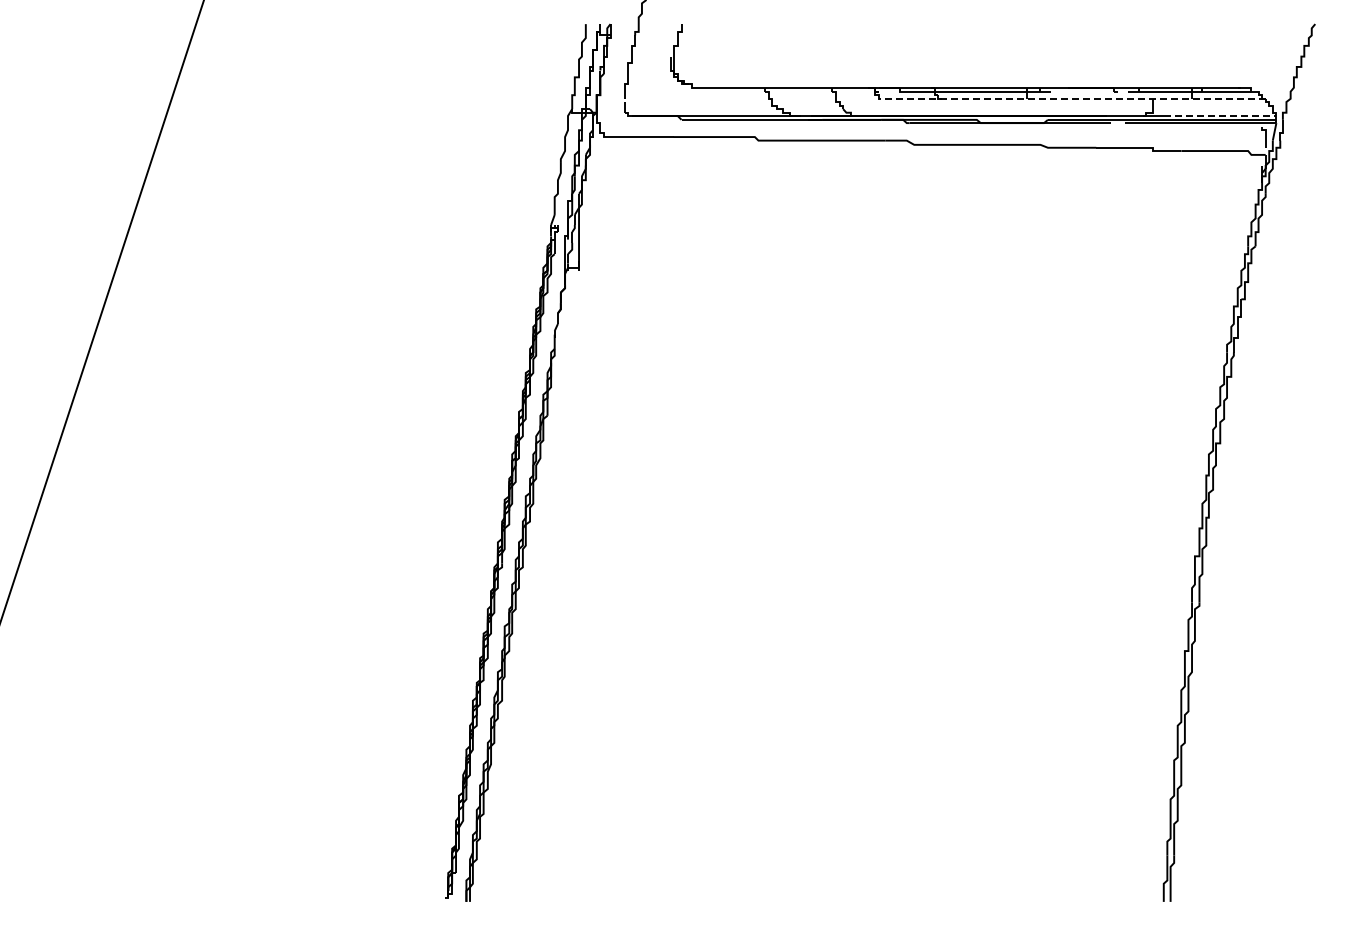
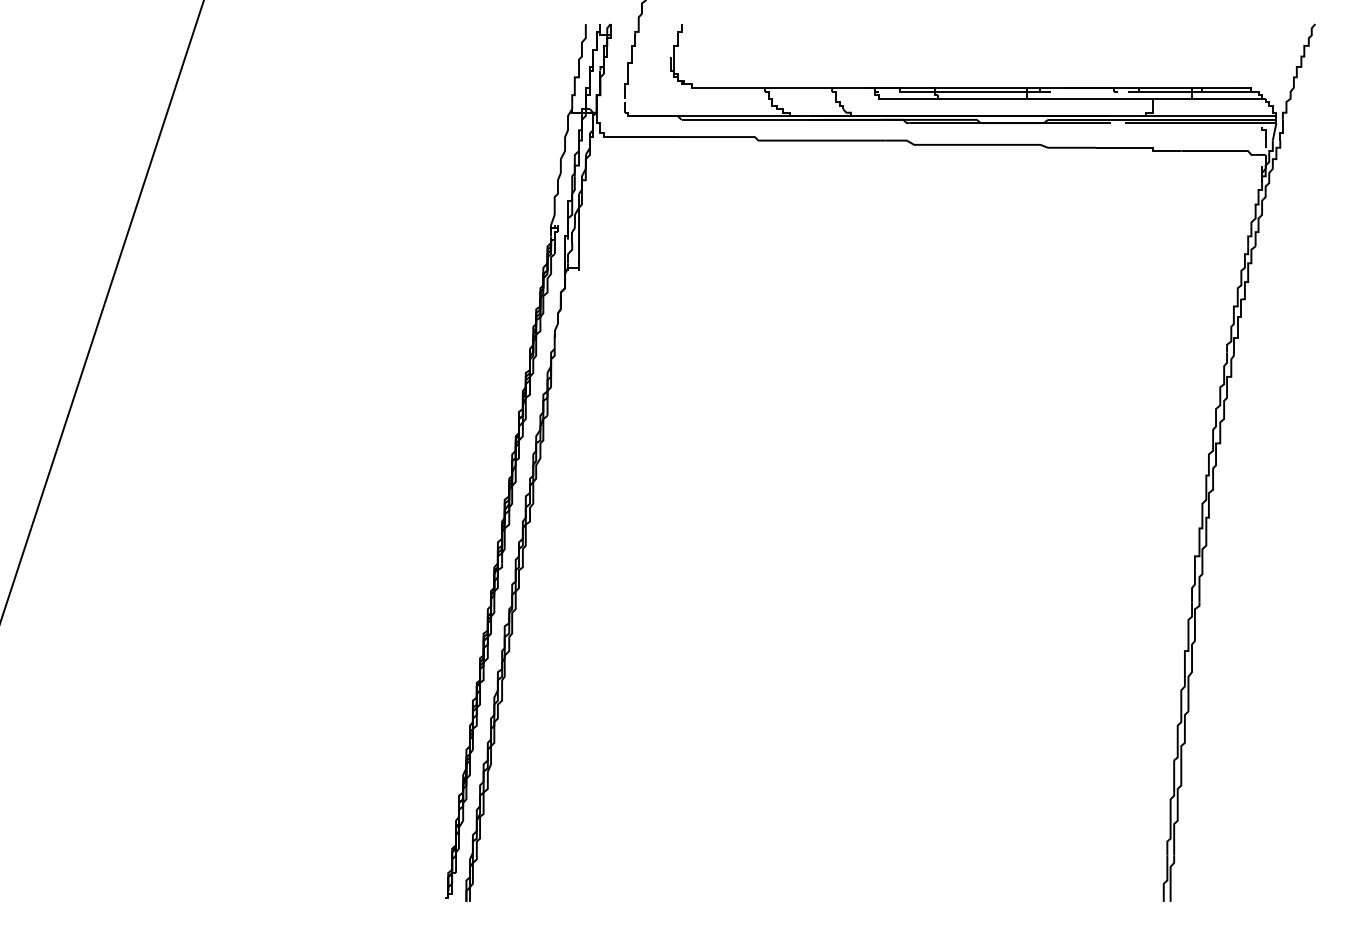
line at (1073, 98): dashed -> solid
line at (1220, 115): dashed -> solid
